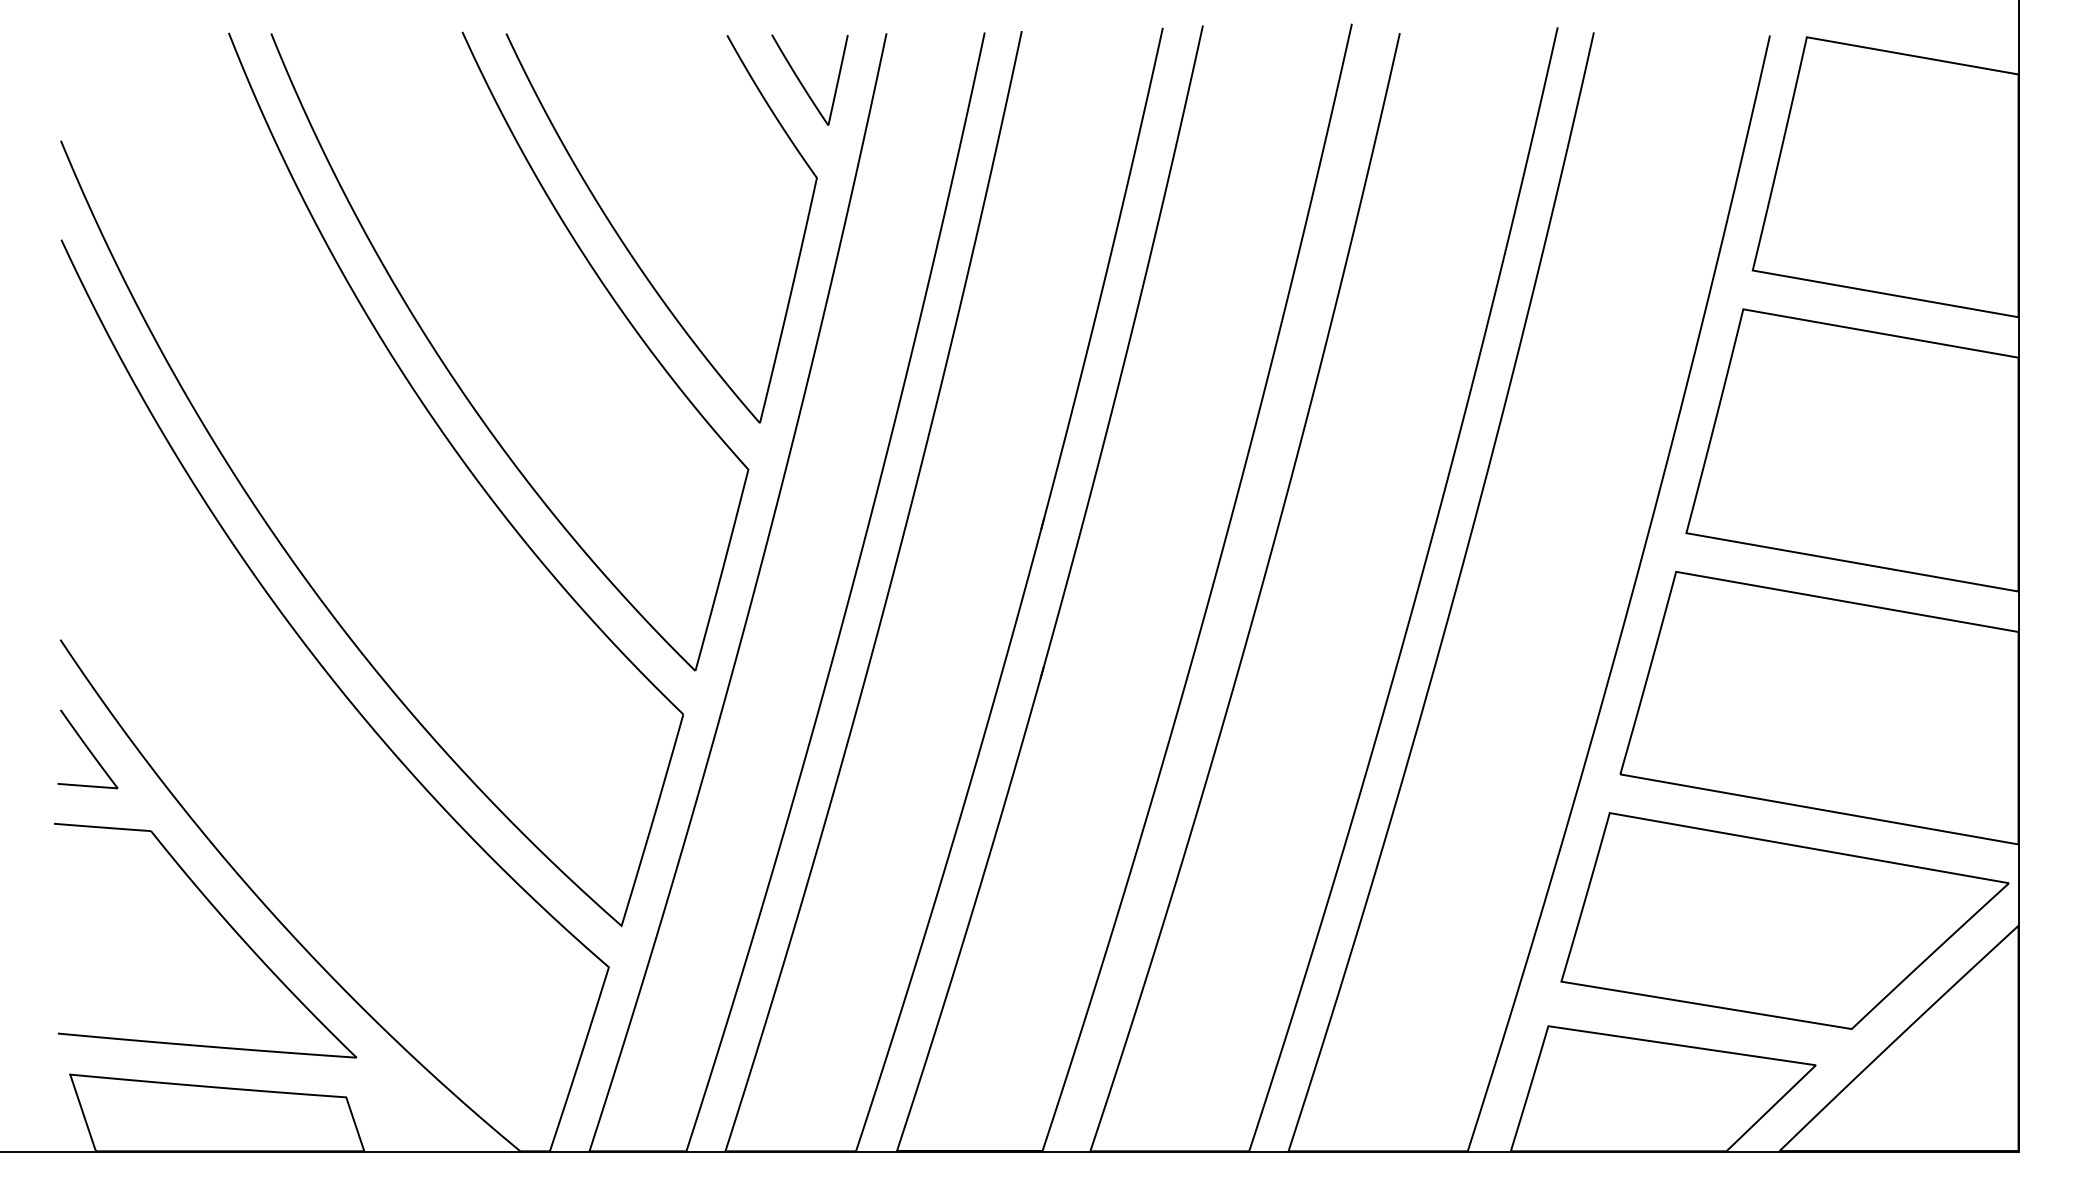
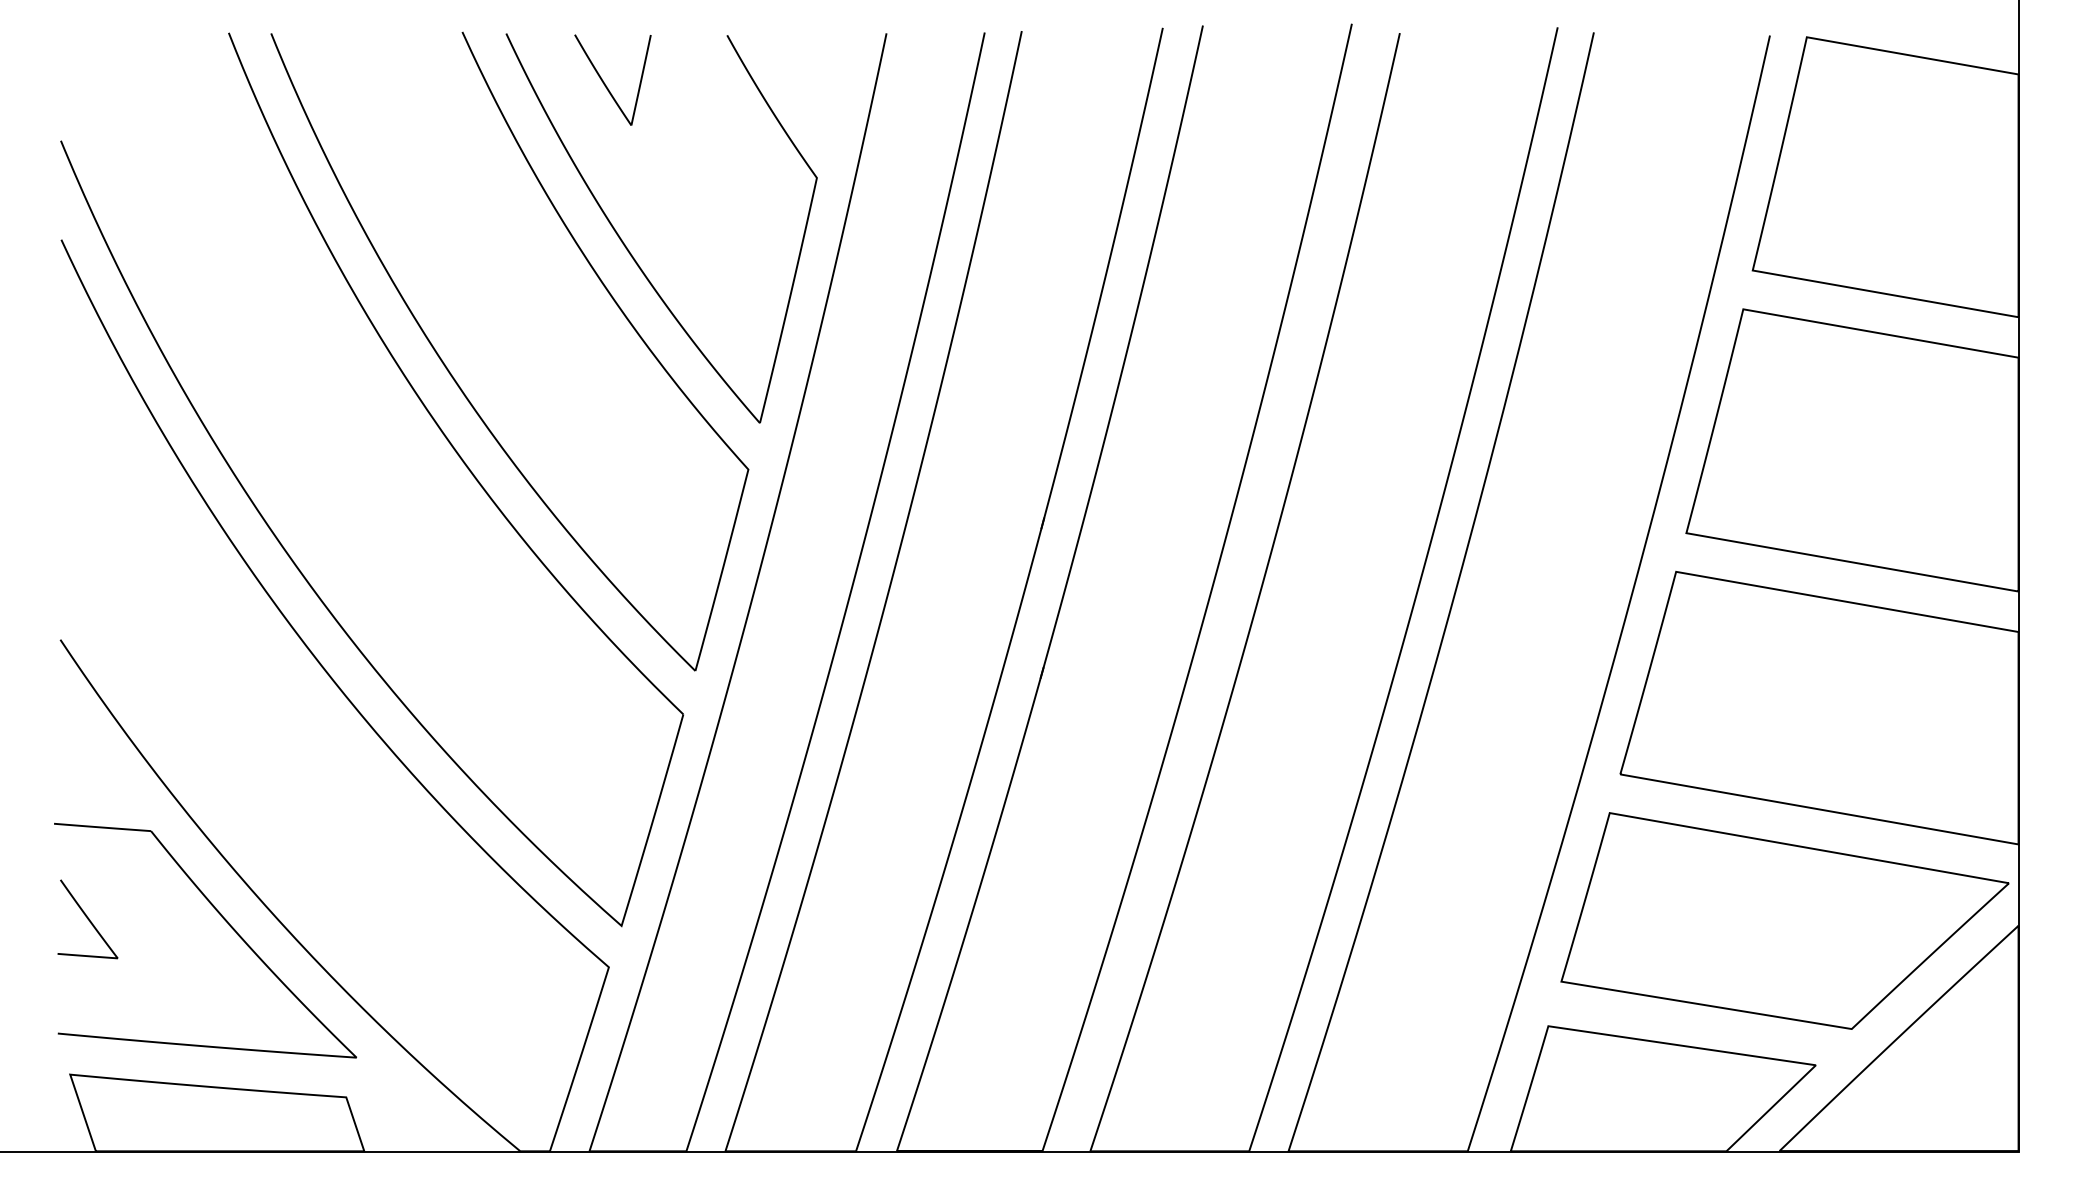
part at (802, 83) position: (802, 83) -> (605, 83)
curve at (87, 749) position: (87, 749) -> (87, 919)
